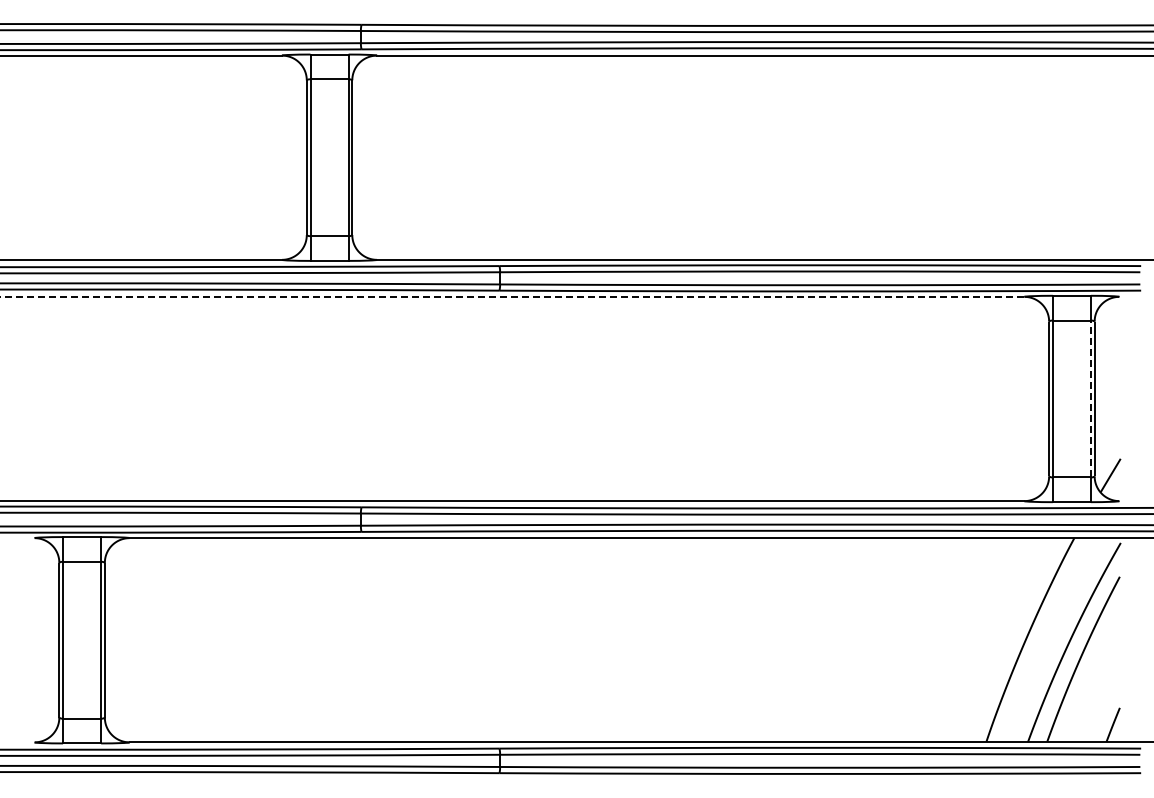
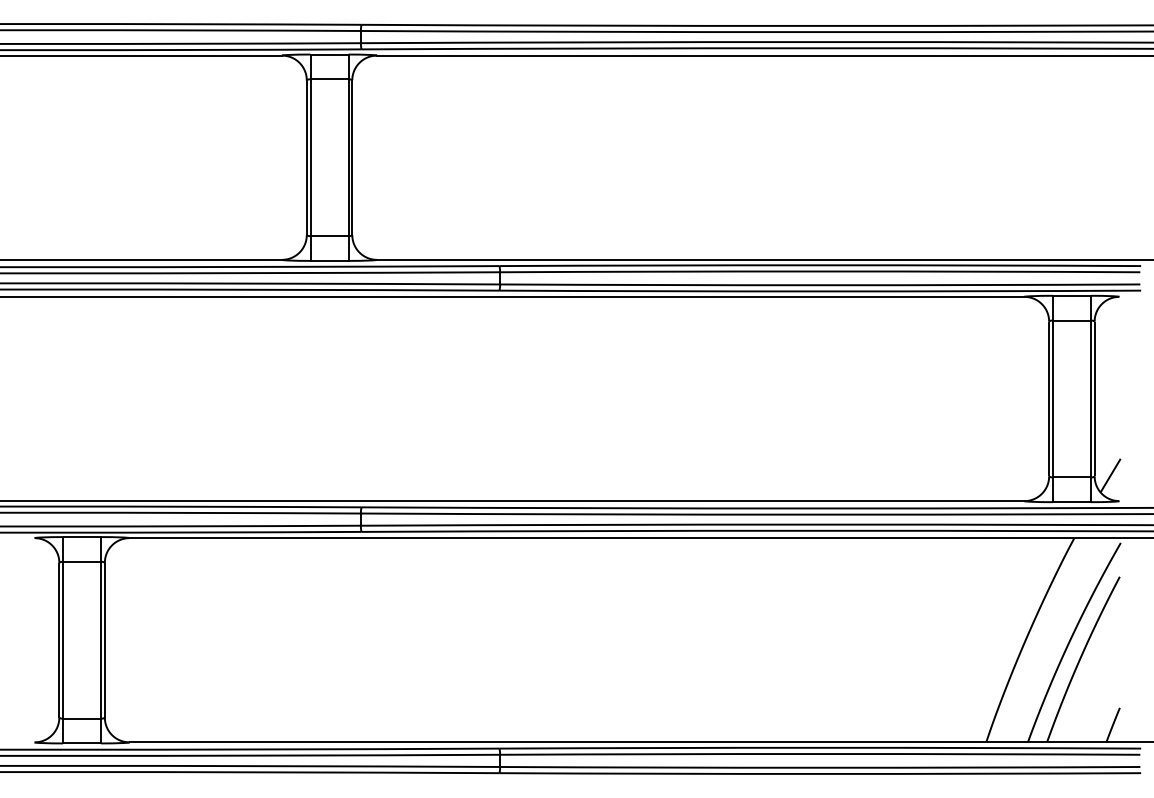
line at (512, 296): dashed -> solid
line at (1090, 398): dashed -> solid
